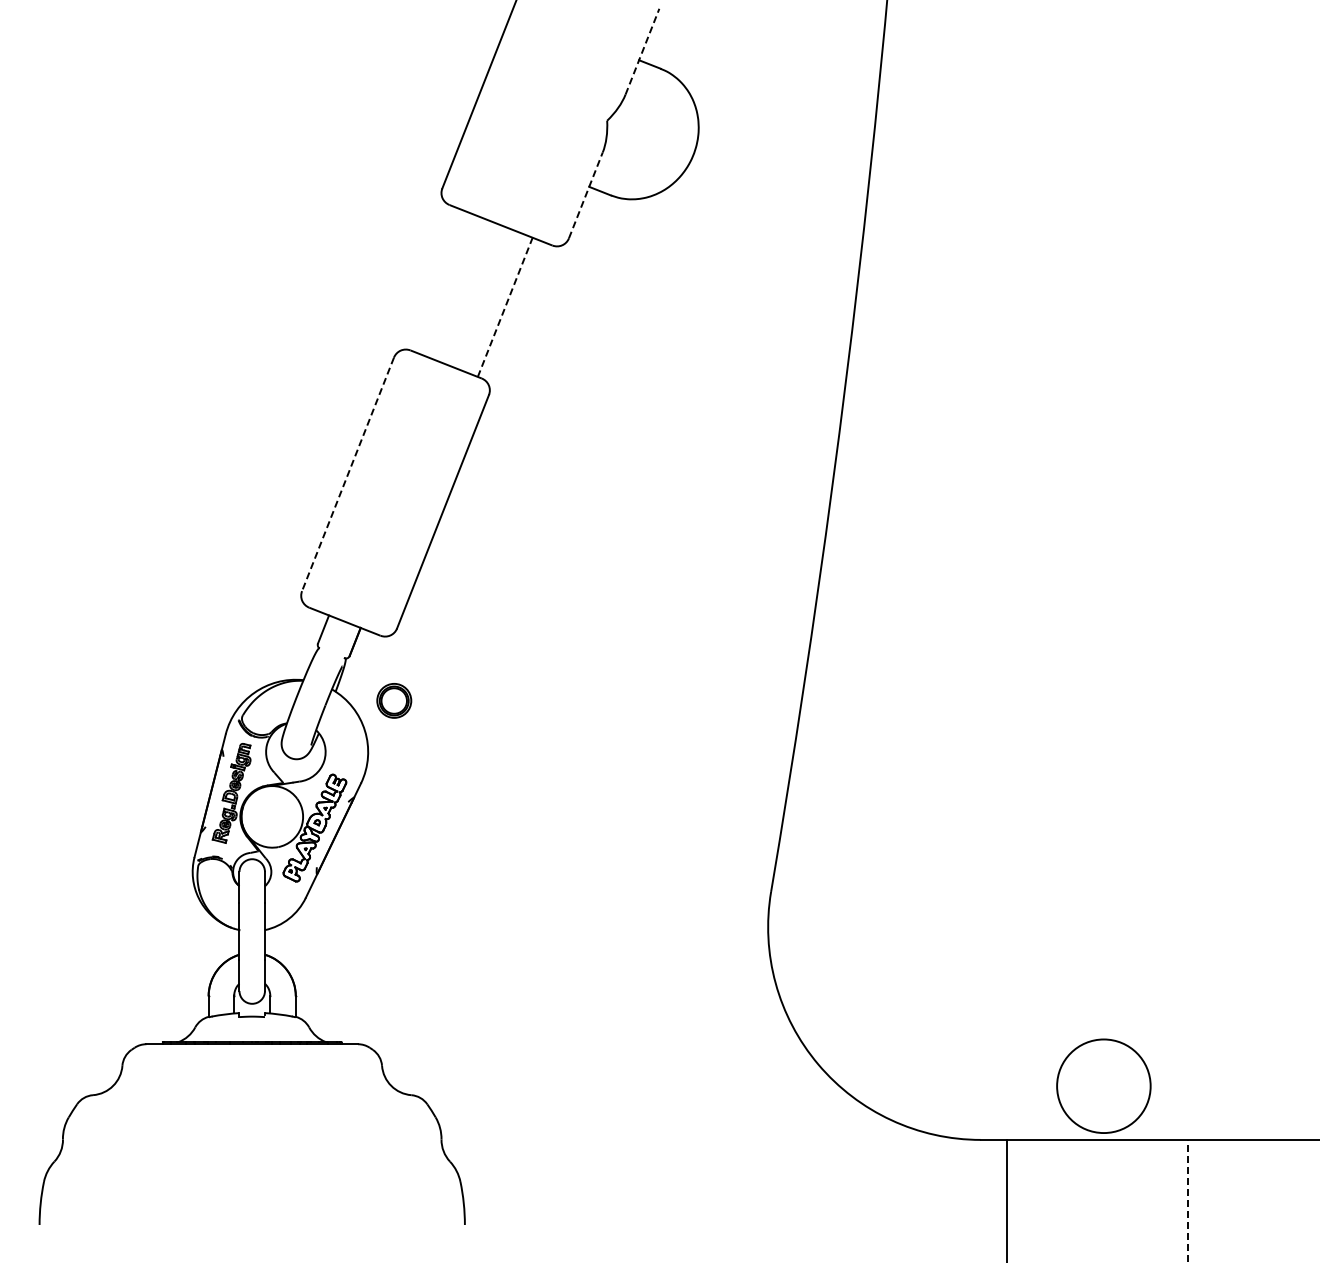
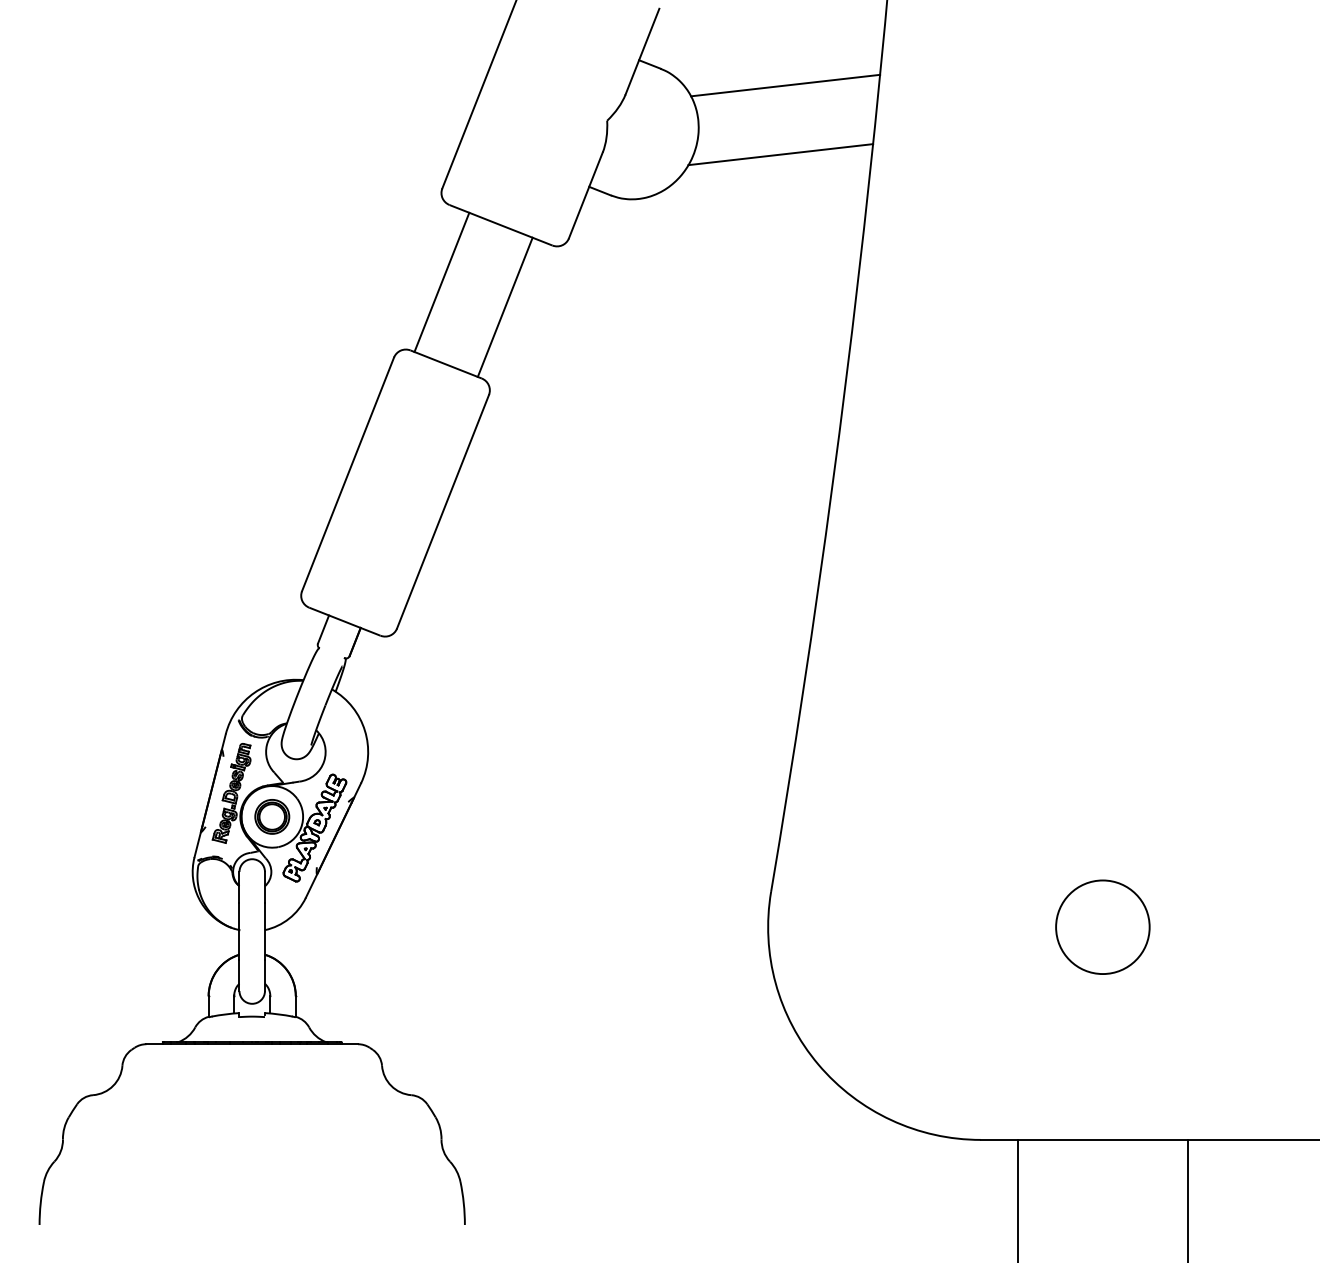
line at (642, 51): dashed -> solid
line at (785, 85): none -> present
line at (780, 154): none -> present
line at (586, 194): dashed -> solid
line at (441, 282): none -> present
line at (505, 307): dashed -> solid
line at (347, 474): dashed -> solid
part at (394, 700) position: (394, 700) -> (272, 816)
circle at (1103, 1085) position: (1103, 1085) -> (1102, 926)
line at (1006, 1199) position: (1006, 1199) -> (1017, 1199)
line at (1187, 1200): dashed -> solid
